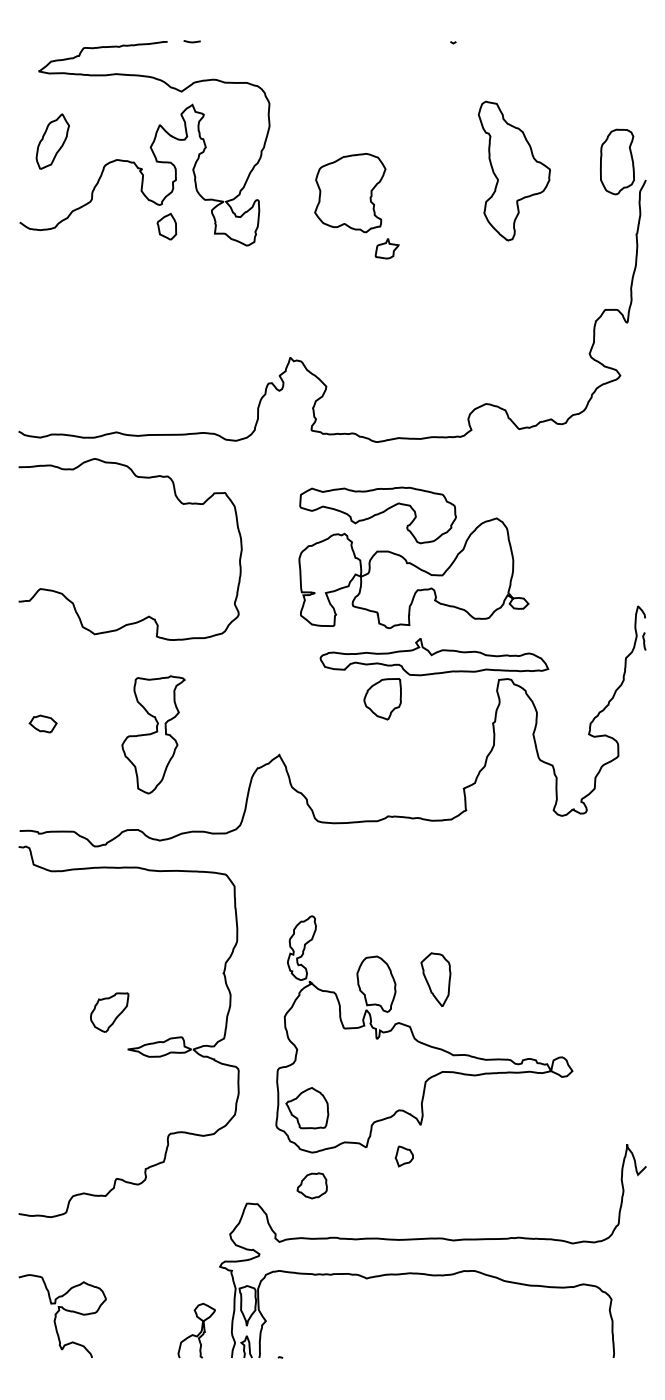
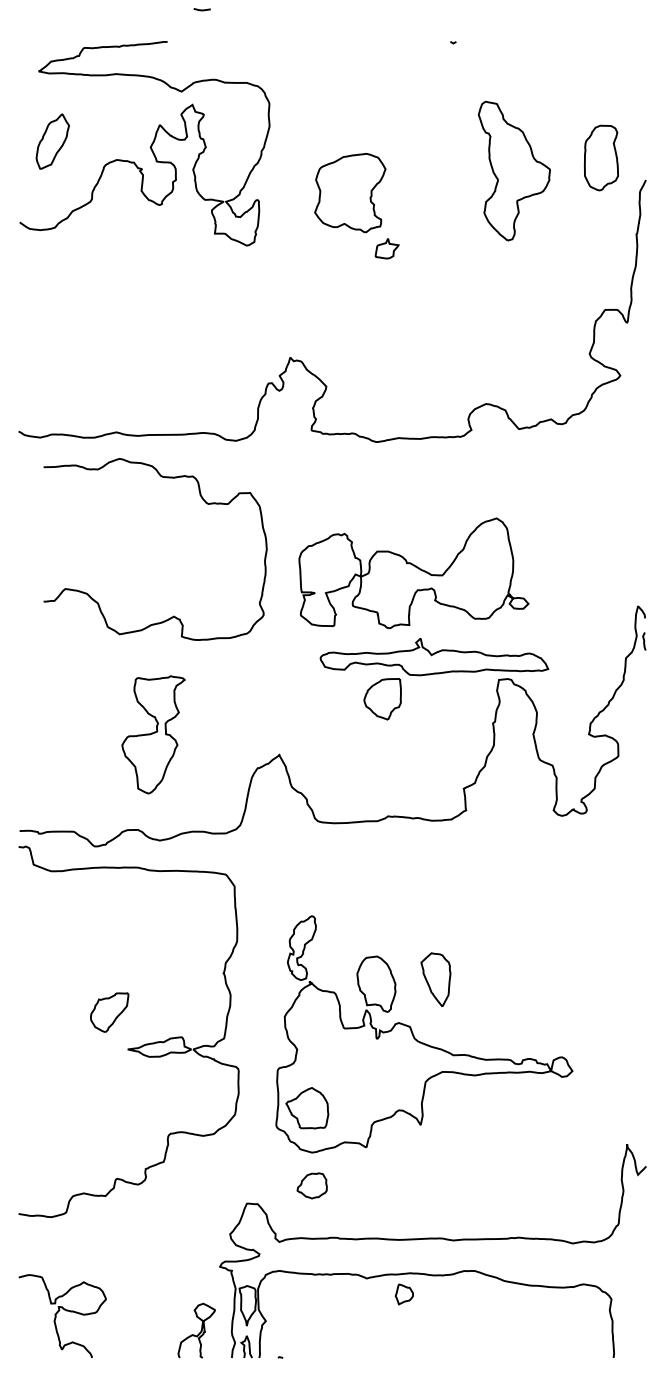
line at (191, 41) position: (191, 41) -> (201, 9)
part at (617, 161) position: (617, 161) -> (601, 157)
part at (166, 226): present -> none
curve at (179, 502) position: (179, 502) -> (204, 502)
part at (377, 515): present -> none
part at (42, 723): present -> none
part at (403, 1156) position: (403, 1156) -> (403, 1294)
